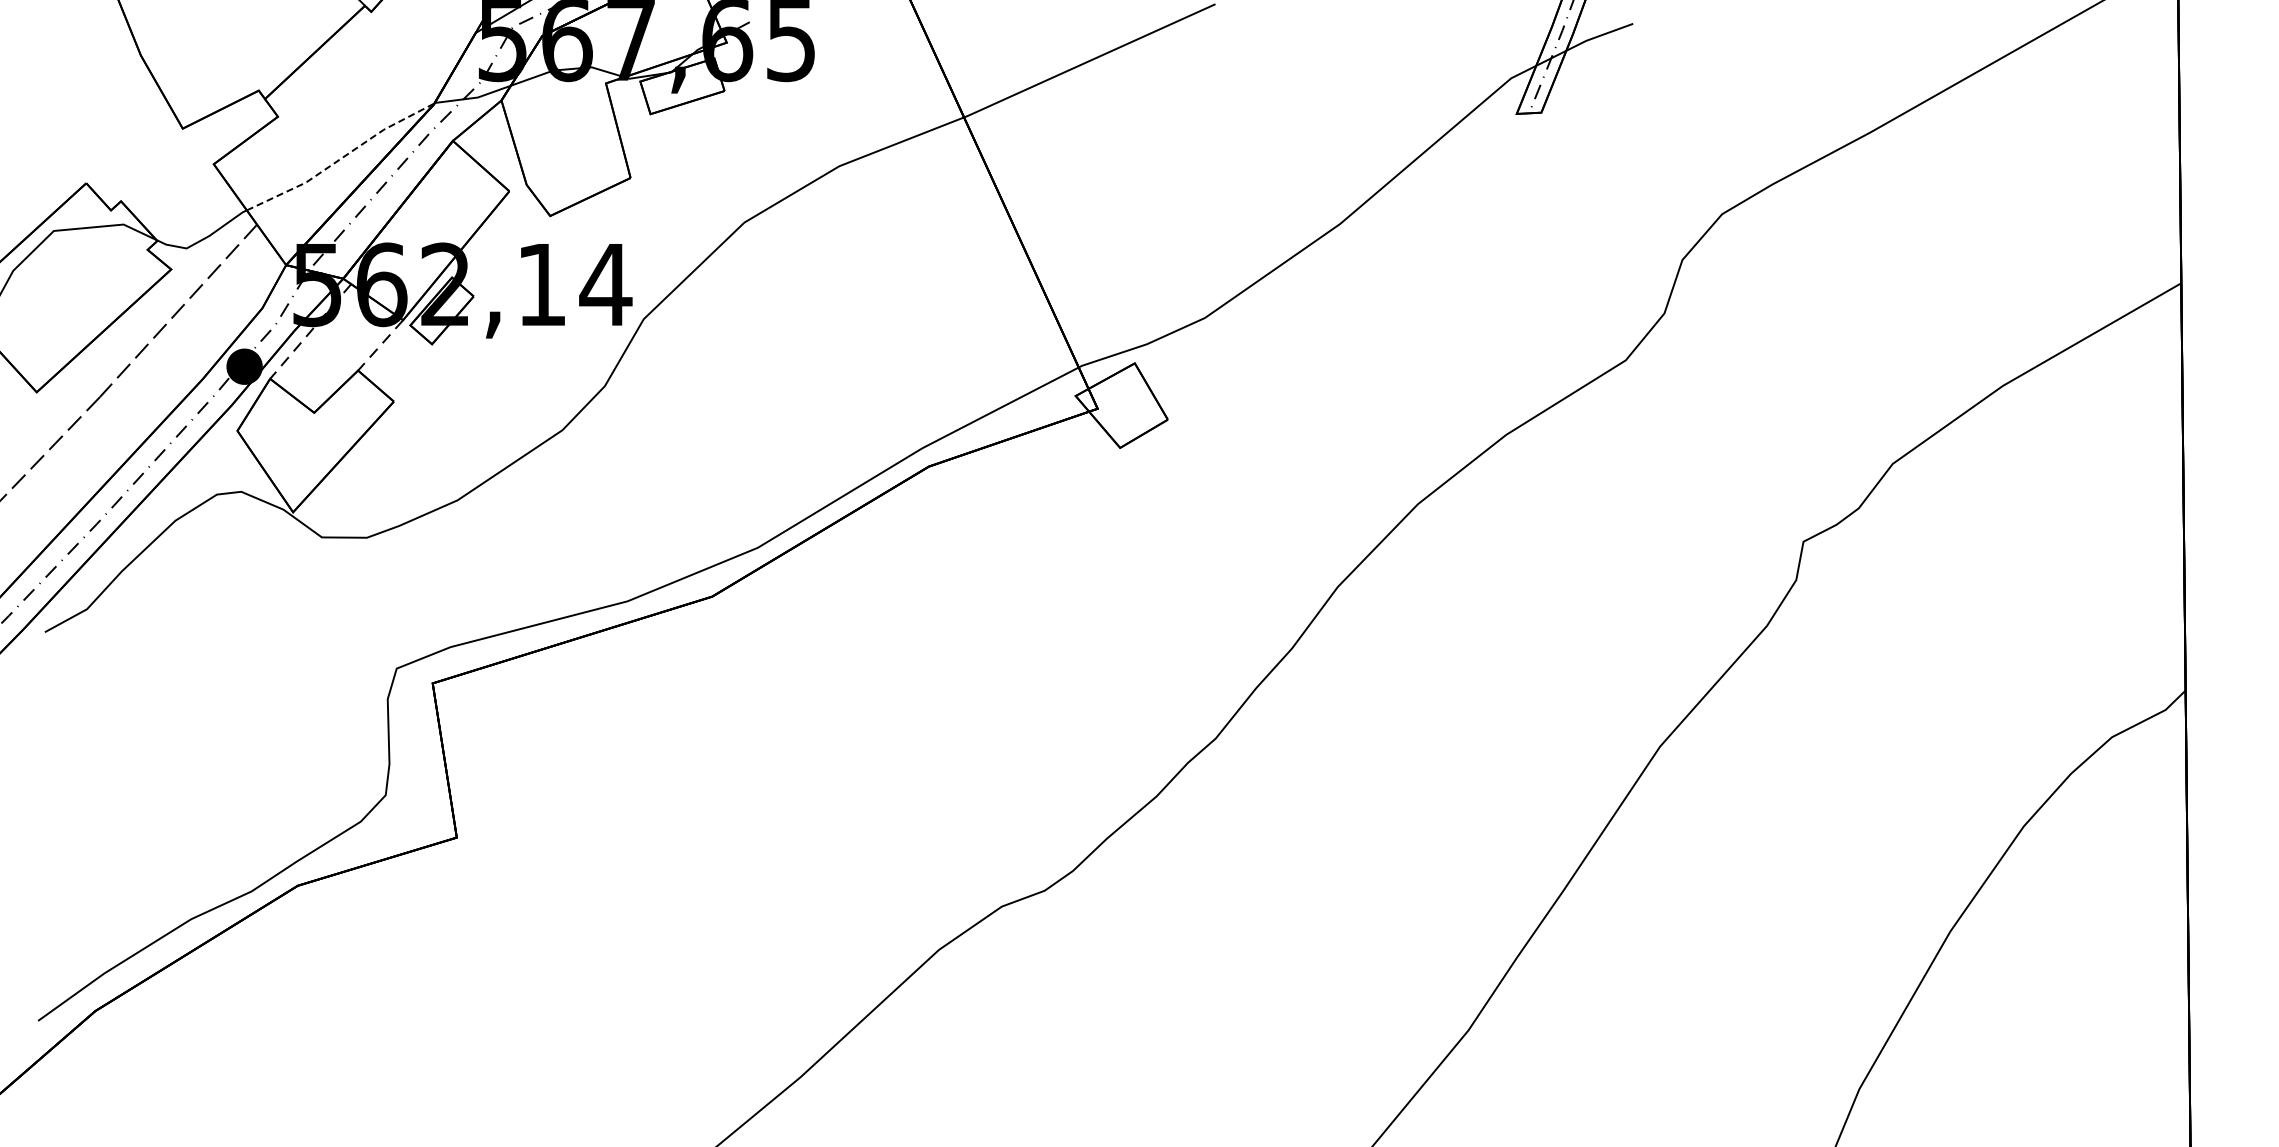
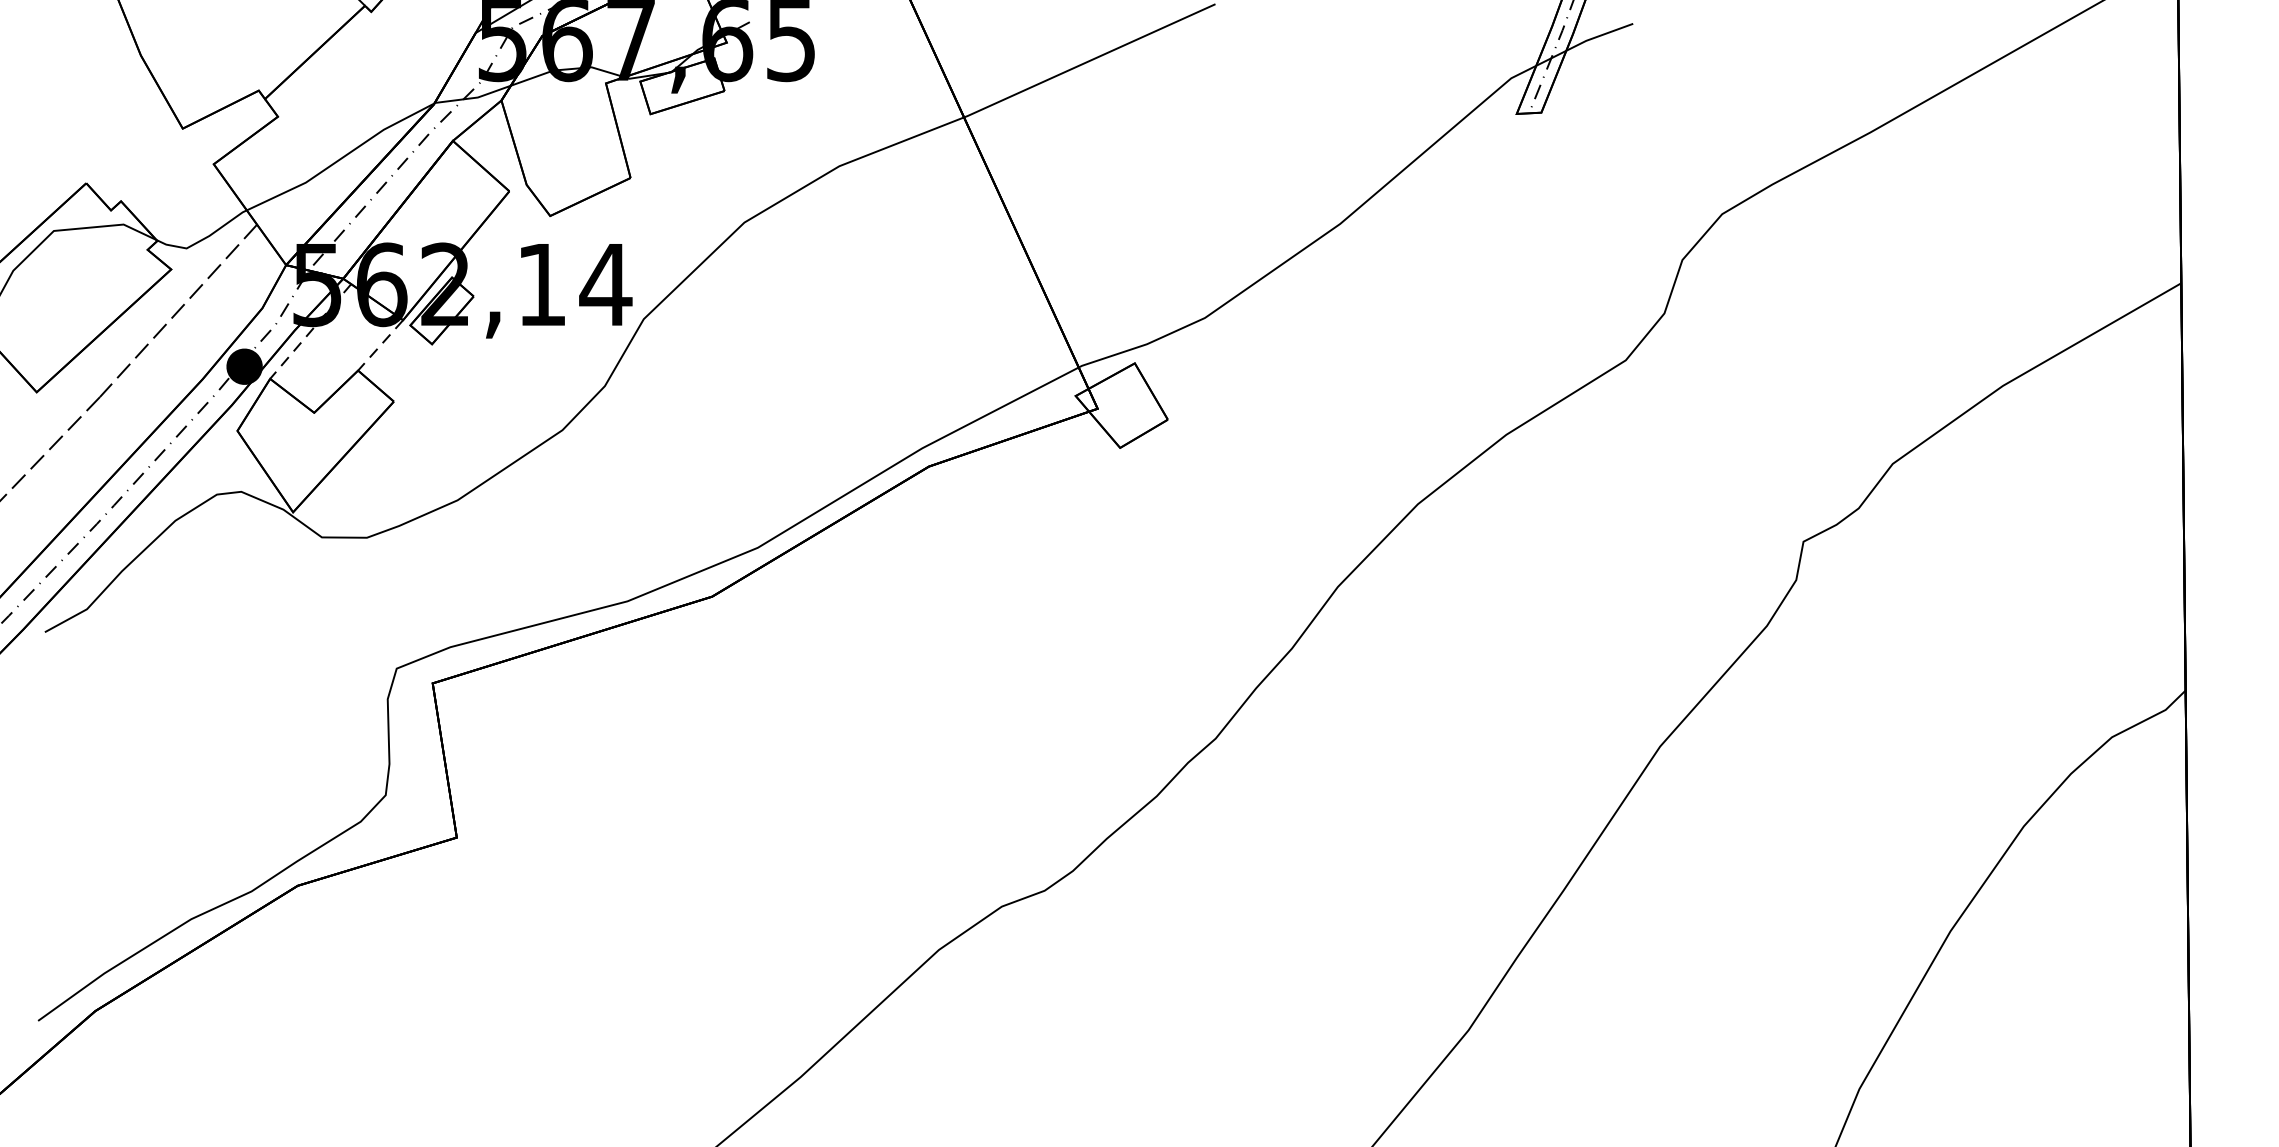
line at (342, 158): dashed -> solid
